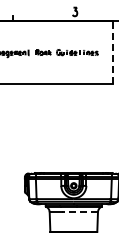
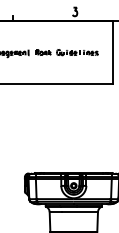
line at (112, 52): dashed -> solid
line at (80, 212): dashed -> solid
